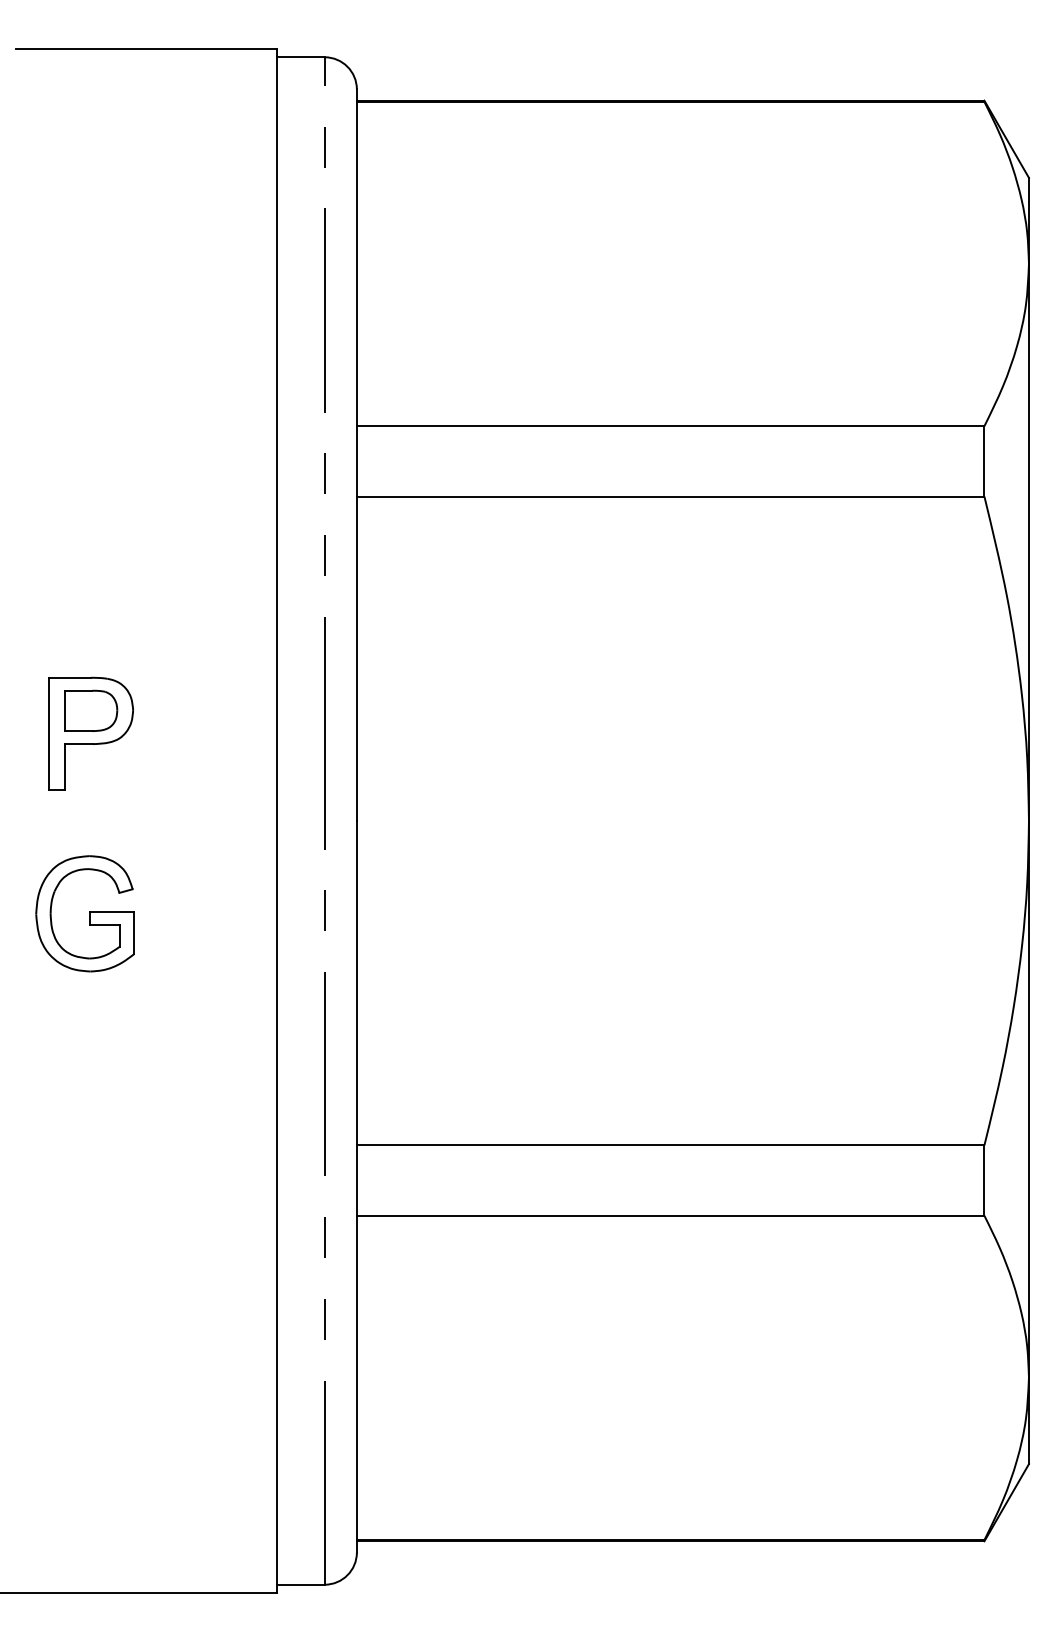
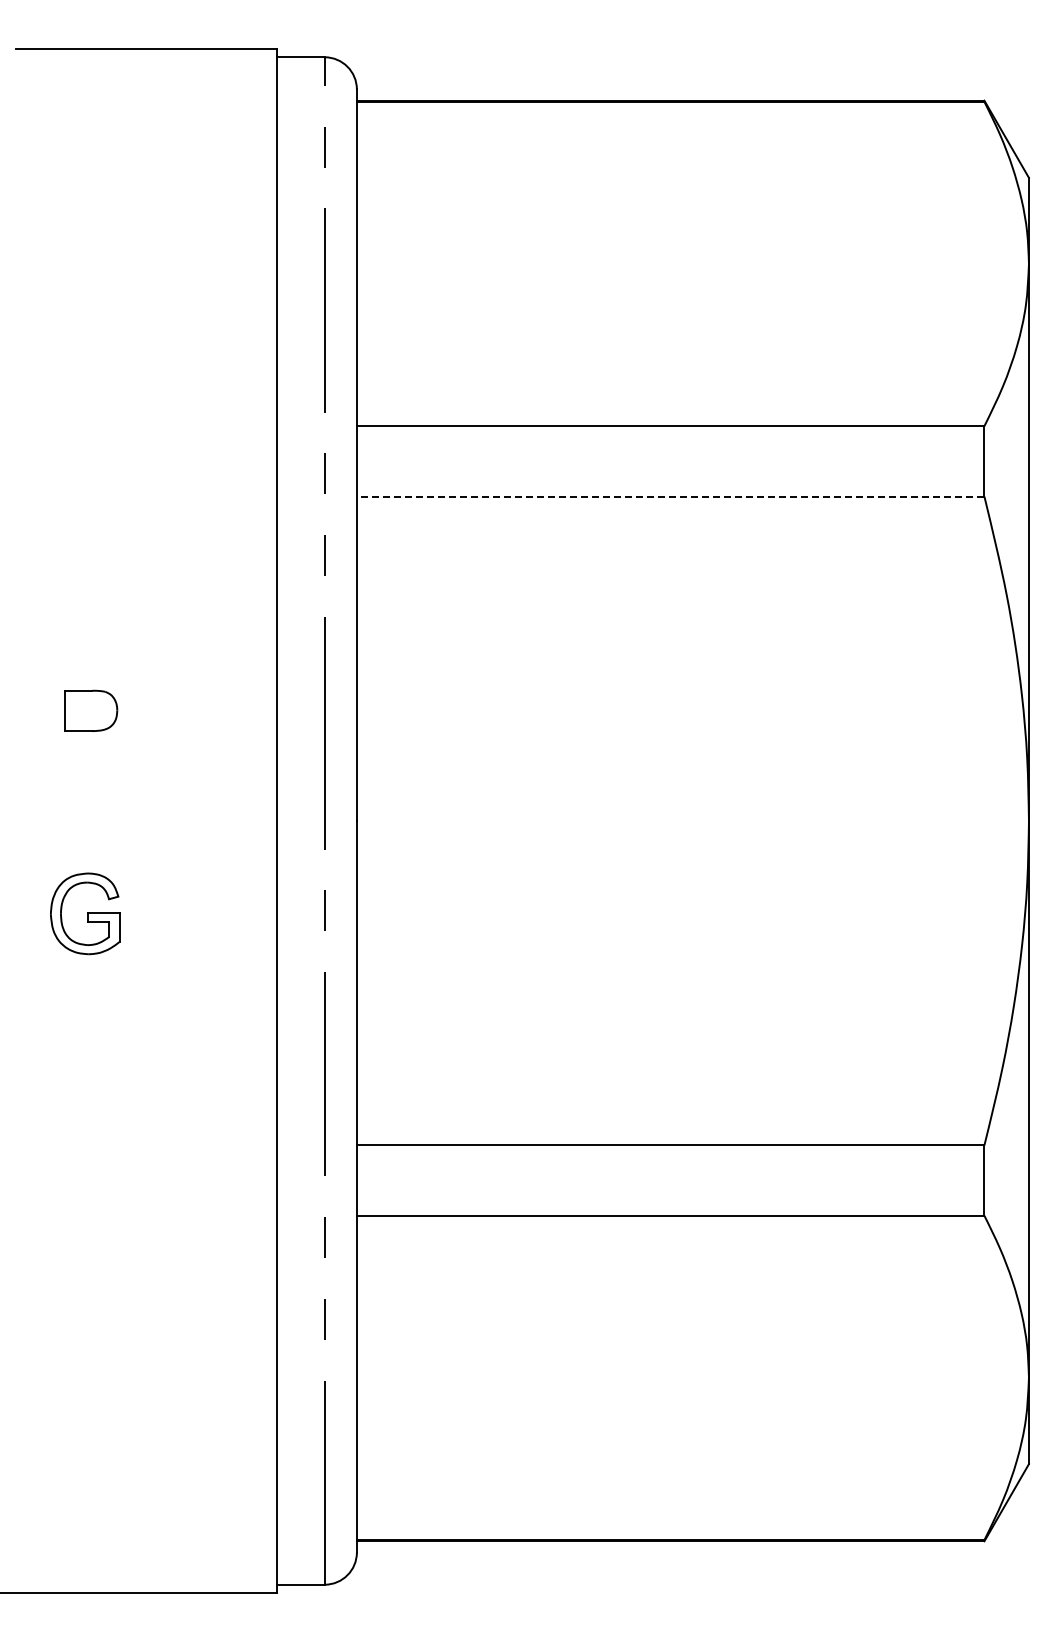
line at (670, 496): solid -> dashed
part at (90, 733): present -> none
part at (84, 913) size: 100x118 px -> 71x84 px
